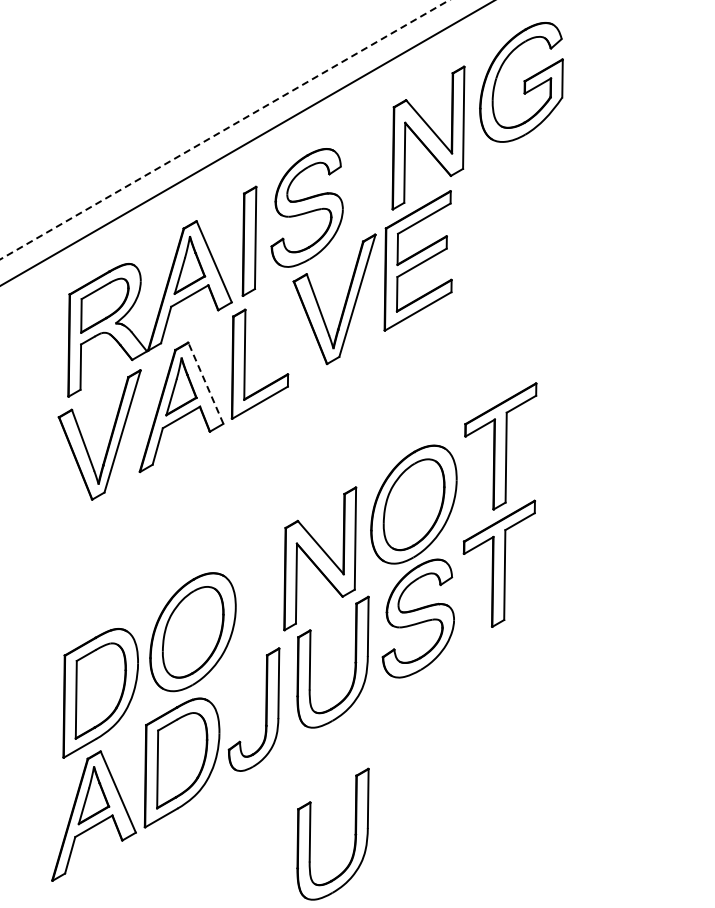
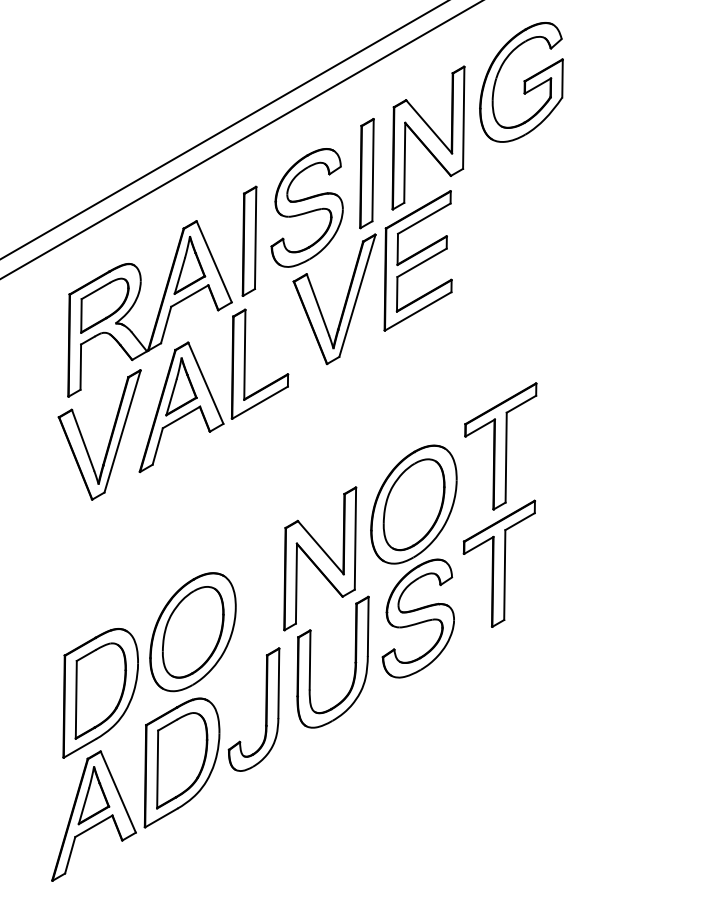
line at (224, 129): dashed -> solid
line at (246, 143) position: (246, 143) -> (240, 139)
part at (366, 173): none -> present
line at (205, 382): dashed -> solid
part at (310, 833): present -> none
